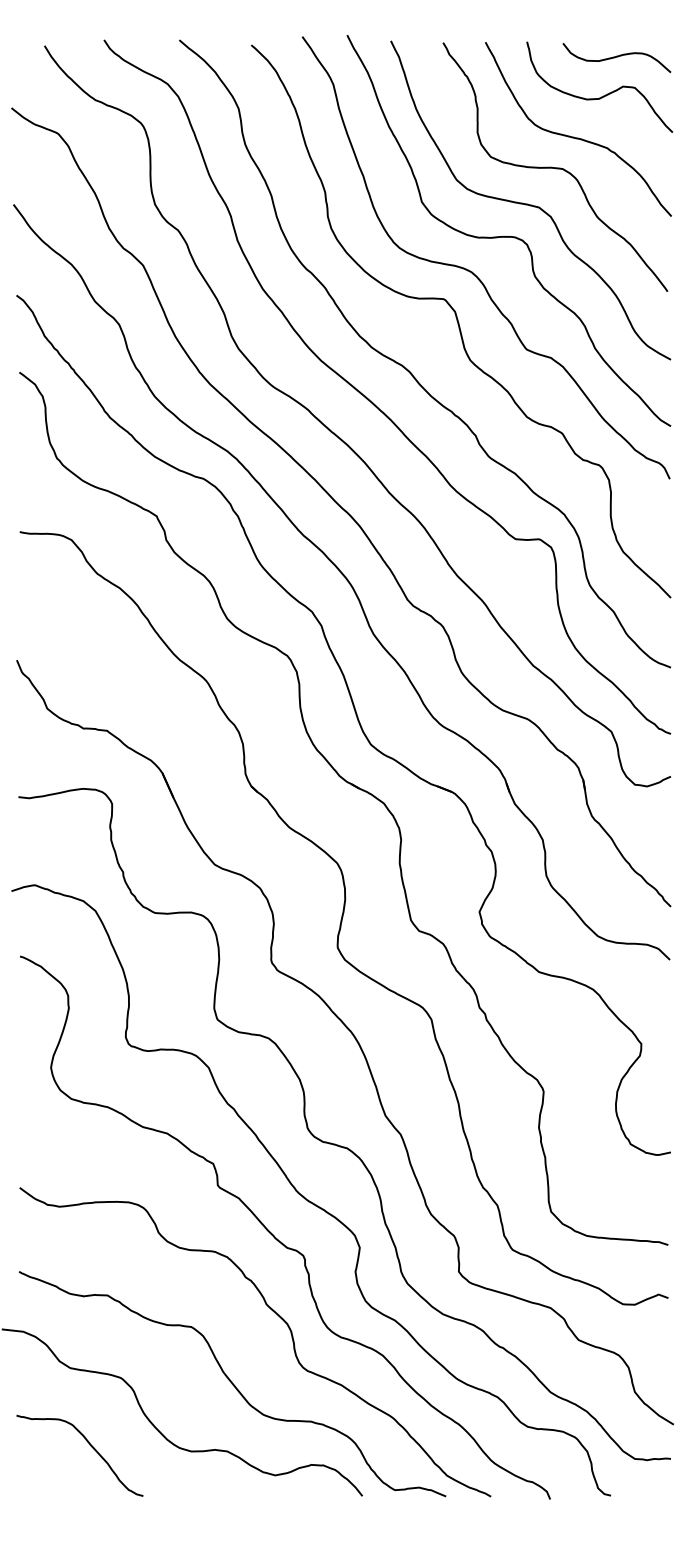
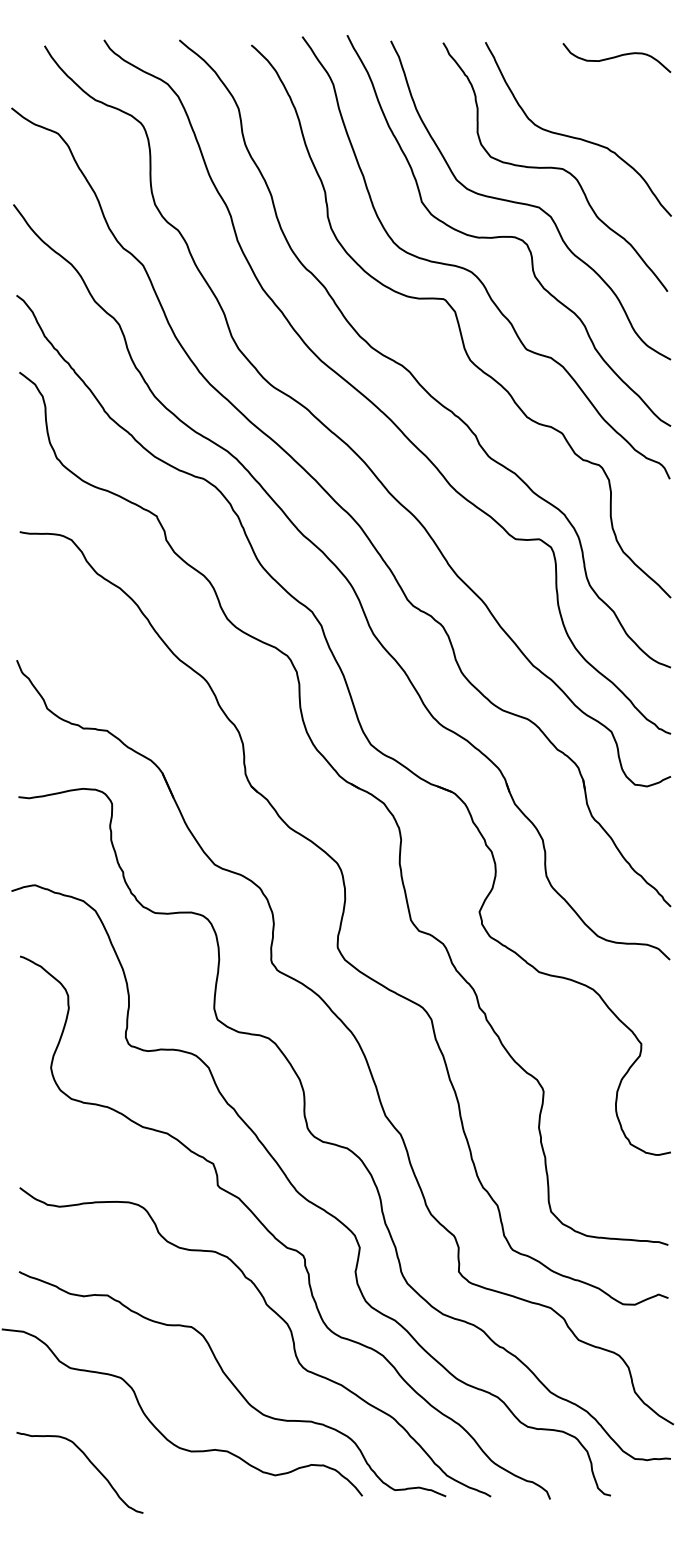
curve at (603, 95): present -> none
curve at (89, 1445) position: (89, 1445) -> (89, 1462)
